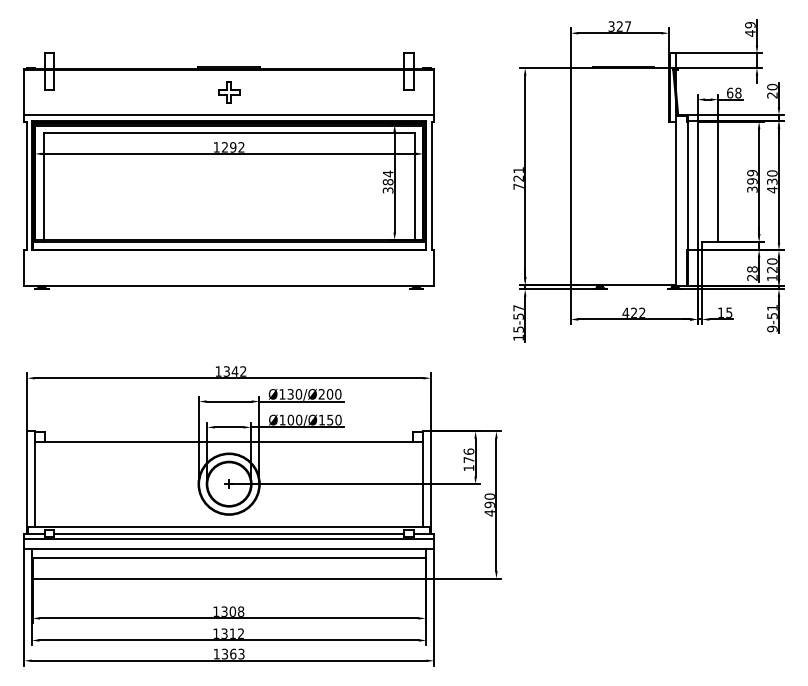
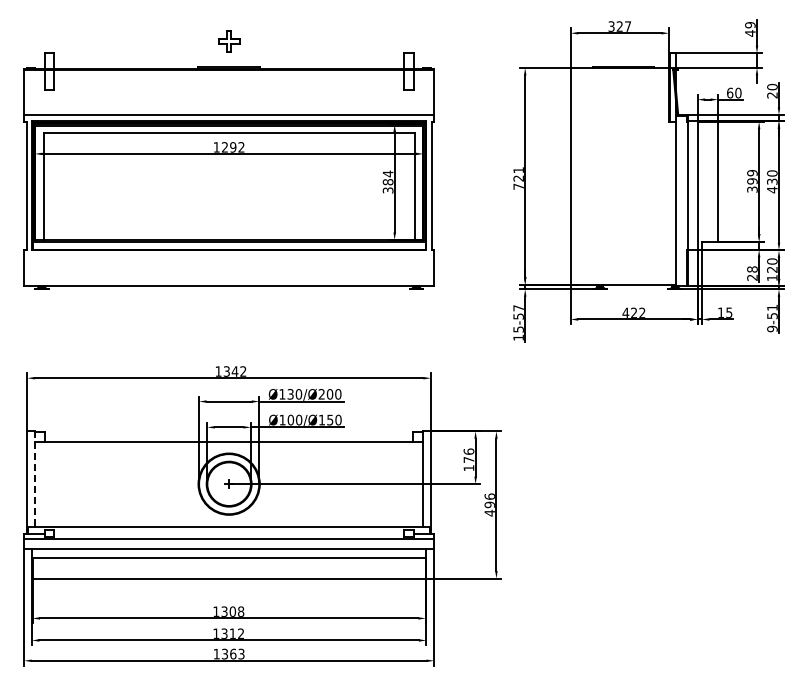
part at (229, 92) position: (229, 92) -> (229, 41)
text at (738, 93): 68 -> 60
line at (34, 478): solid -> dashed
text at (489, 496): 490 -> 496
line at (228, 533): present -> none
